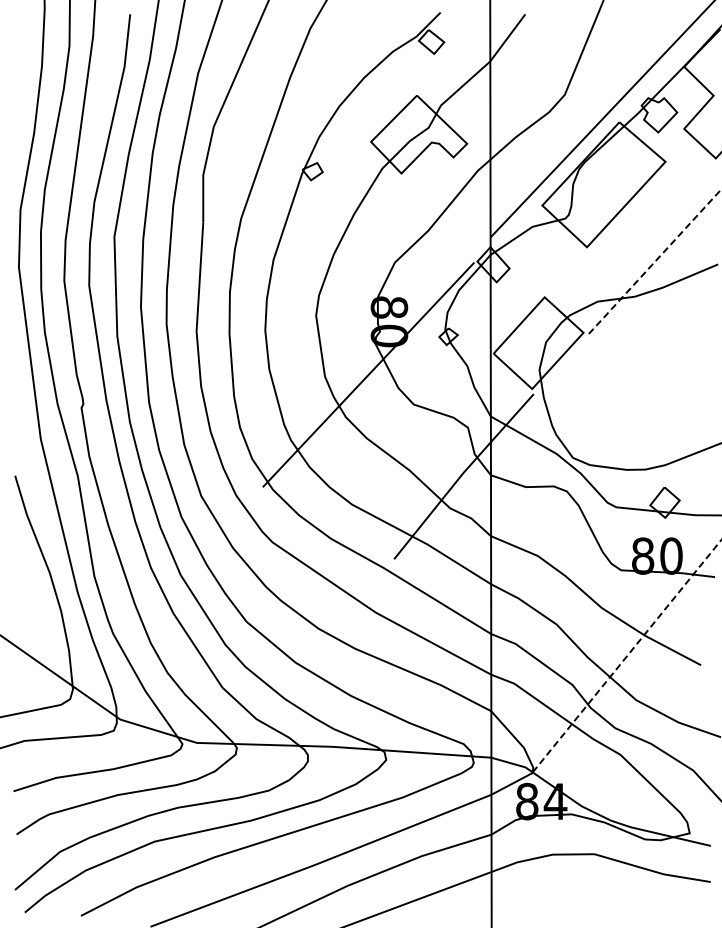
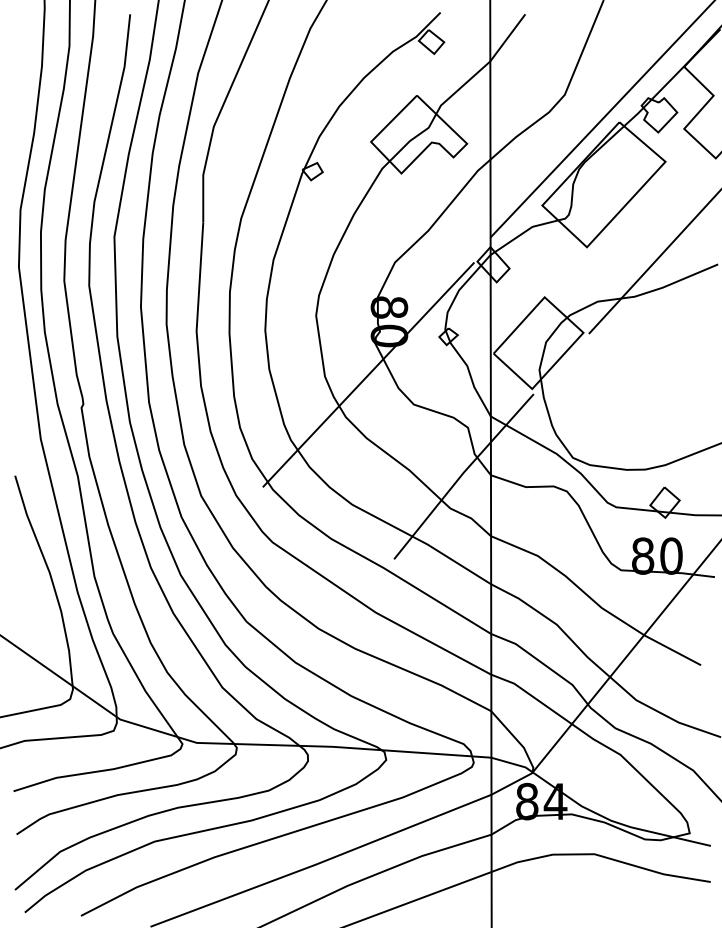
line at (655, 261): dashed -> solid
line at (627, 655): dashed -> solid
